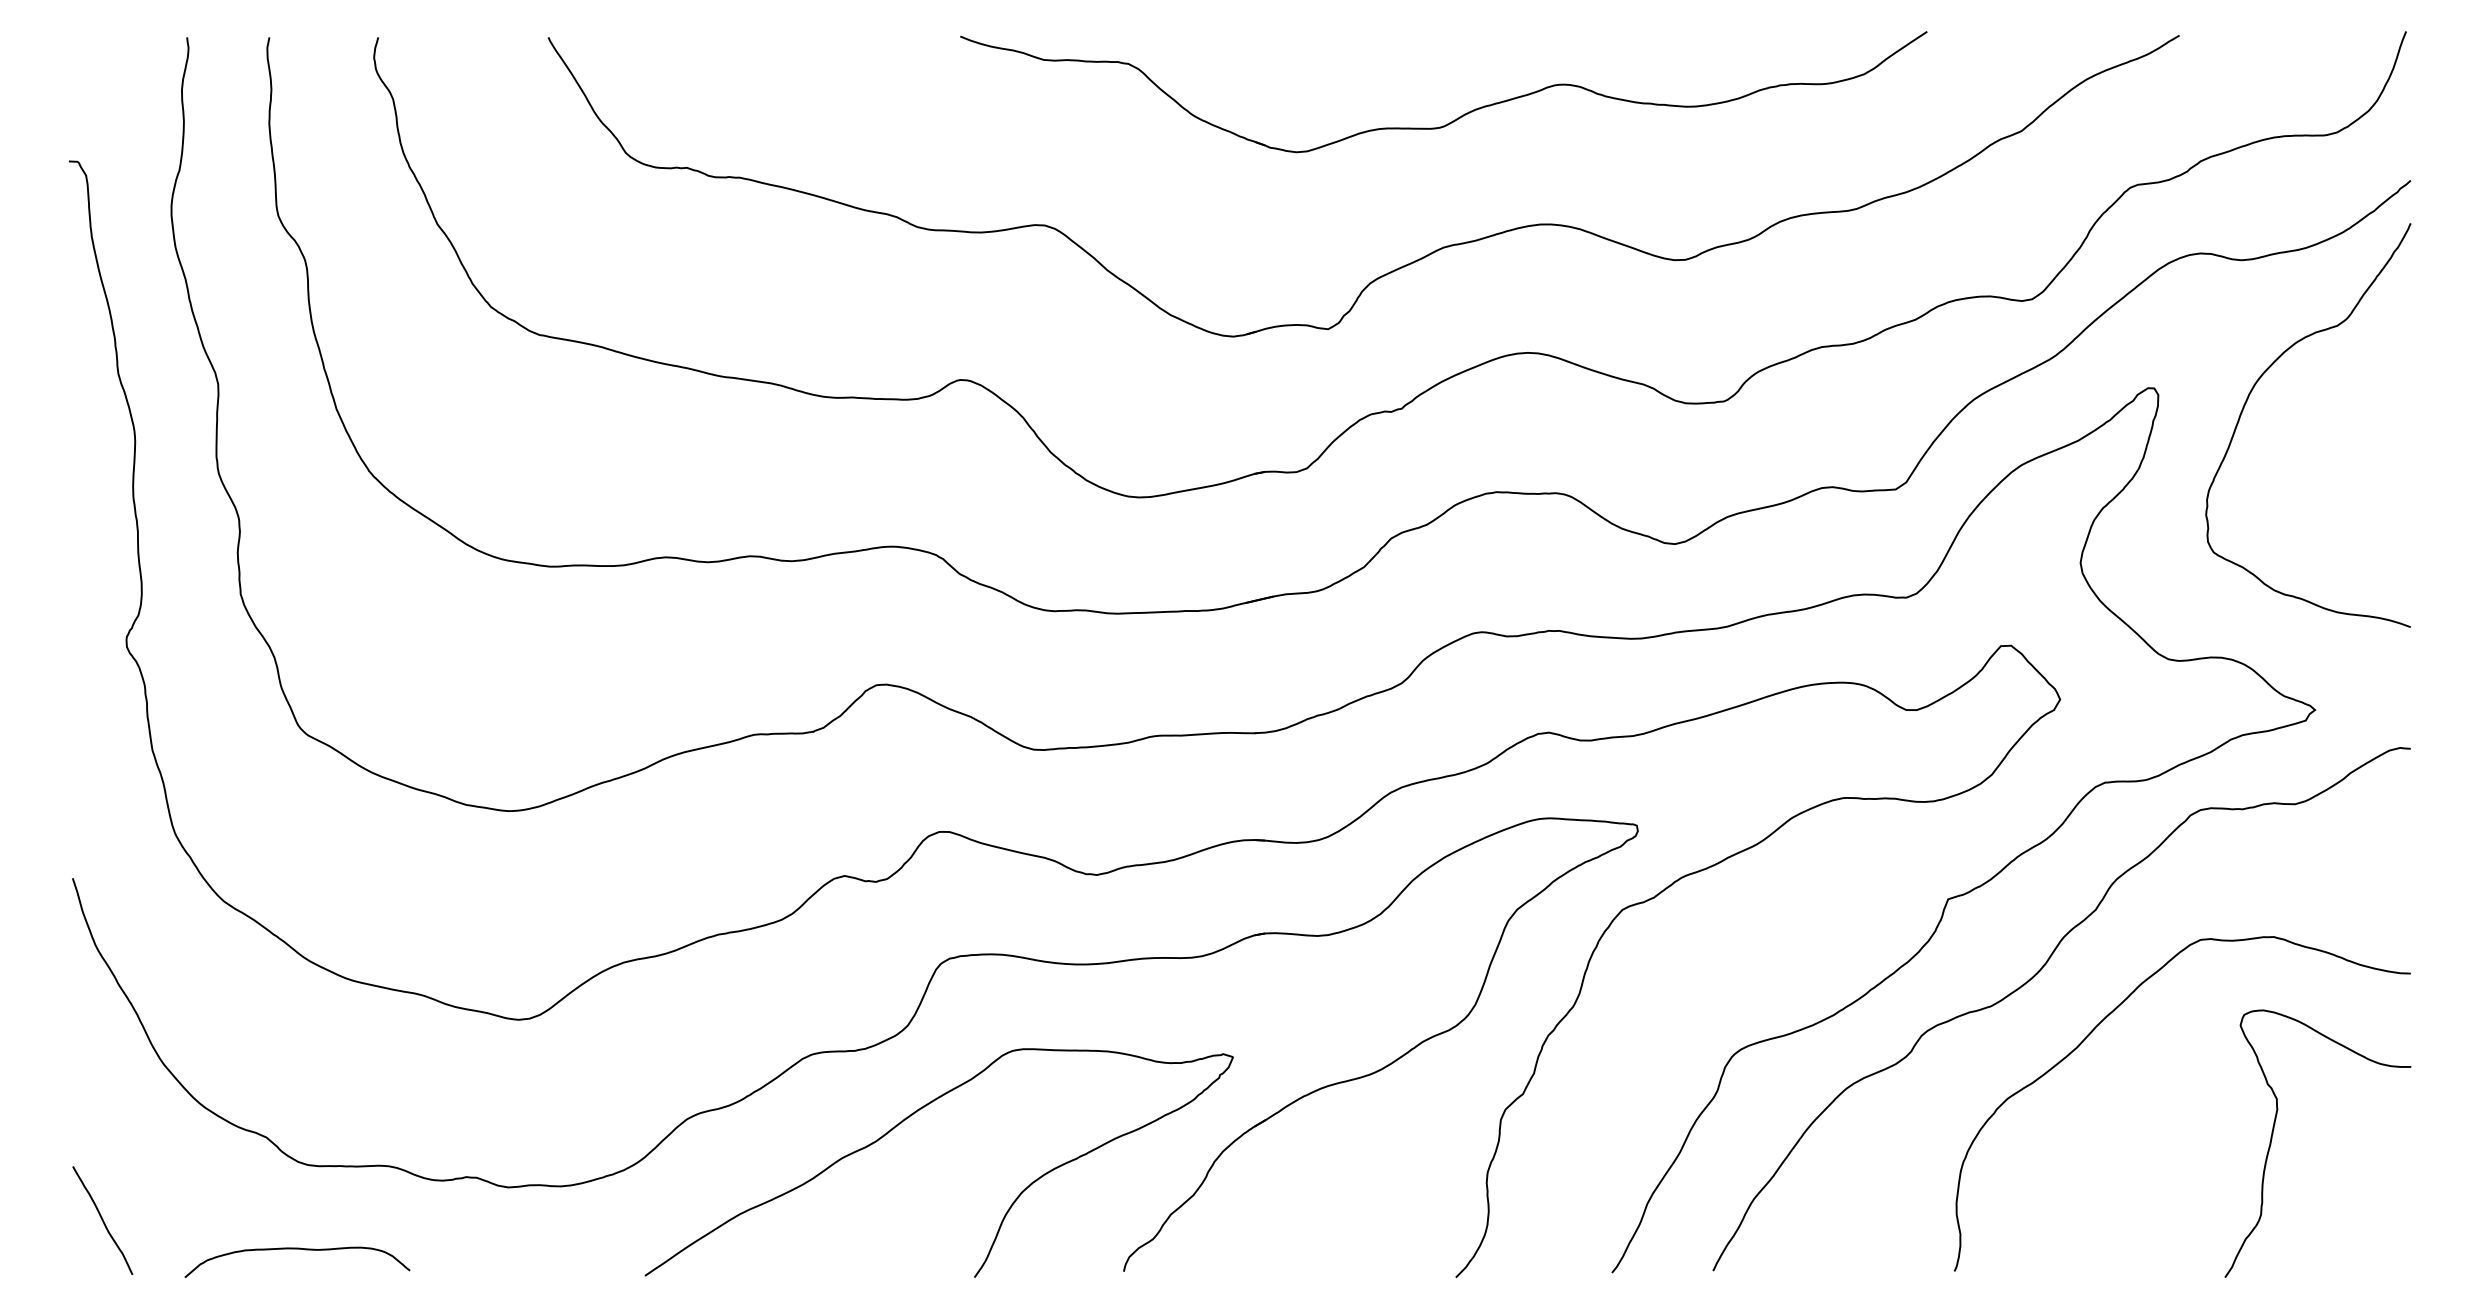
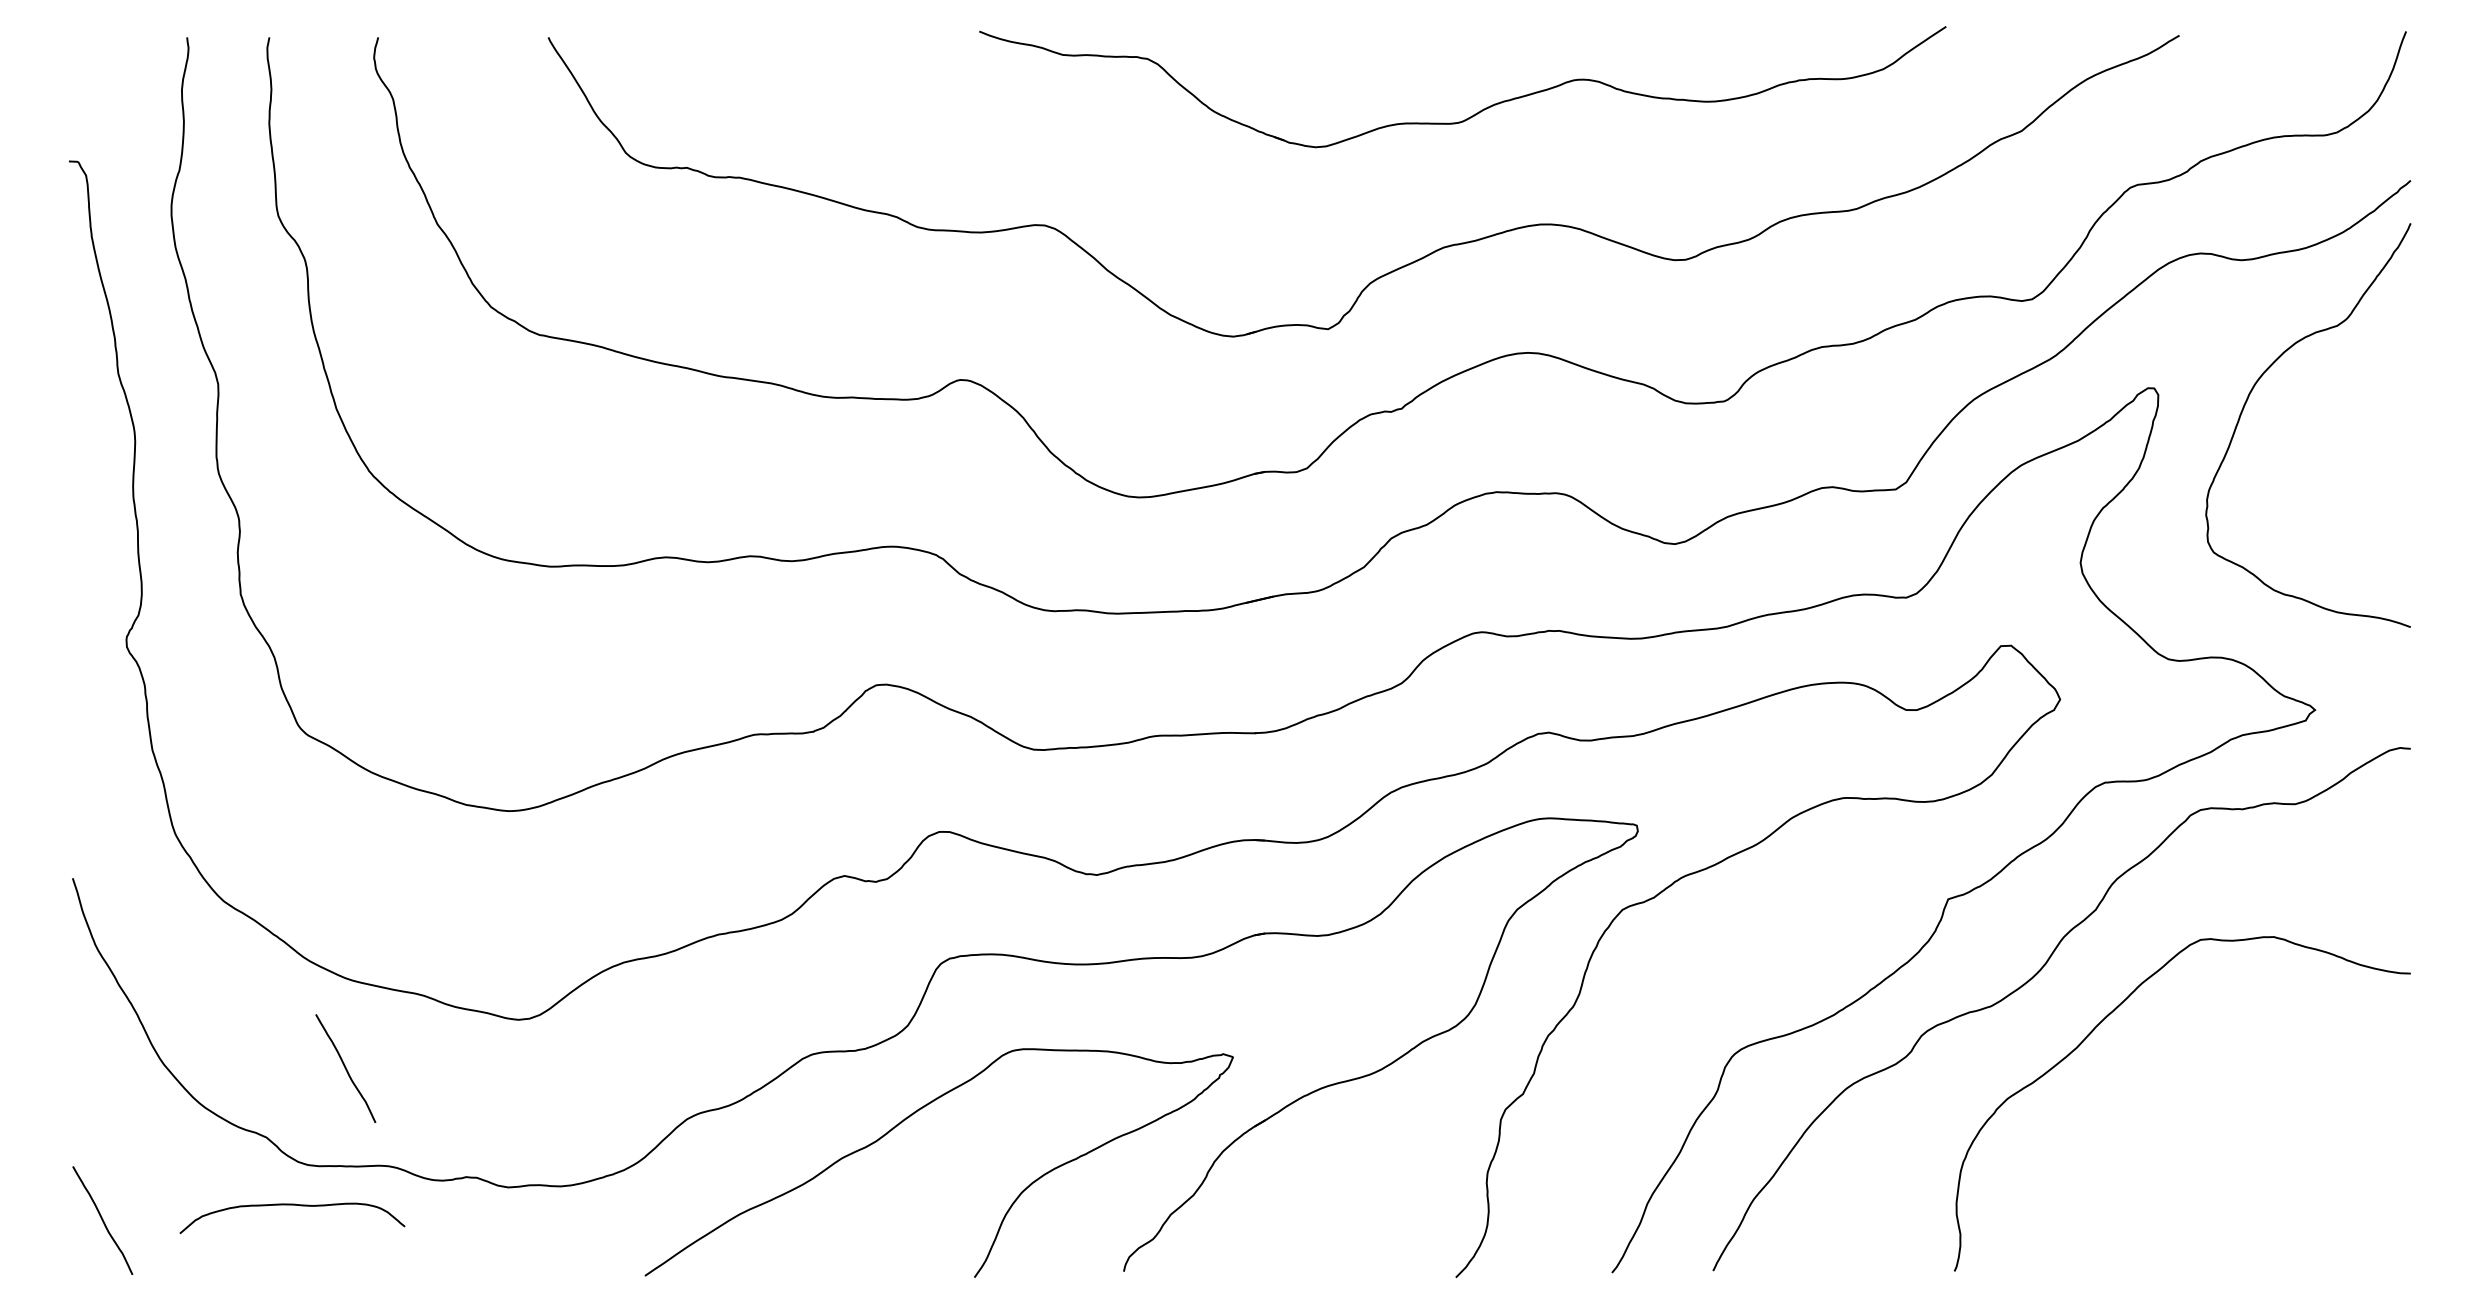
part at (1459, 116) position: (1459, 116) -> (1478, 111)
curve at (345, 1068): none -> present
curve at (2273, 1134): present -> none
curve at (297, 1249) position: (297, 1249) -> (292, 1205)
